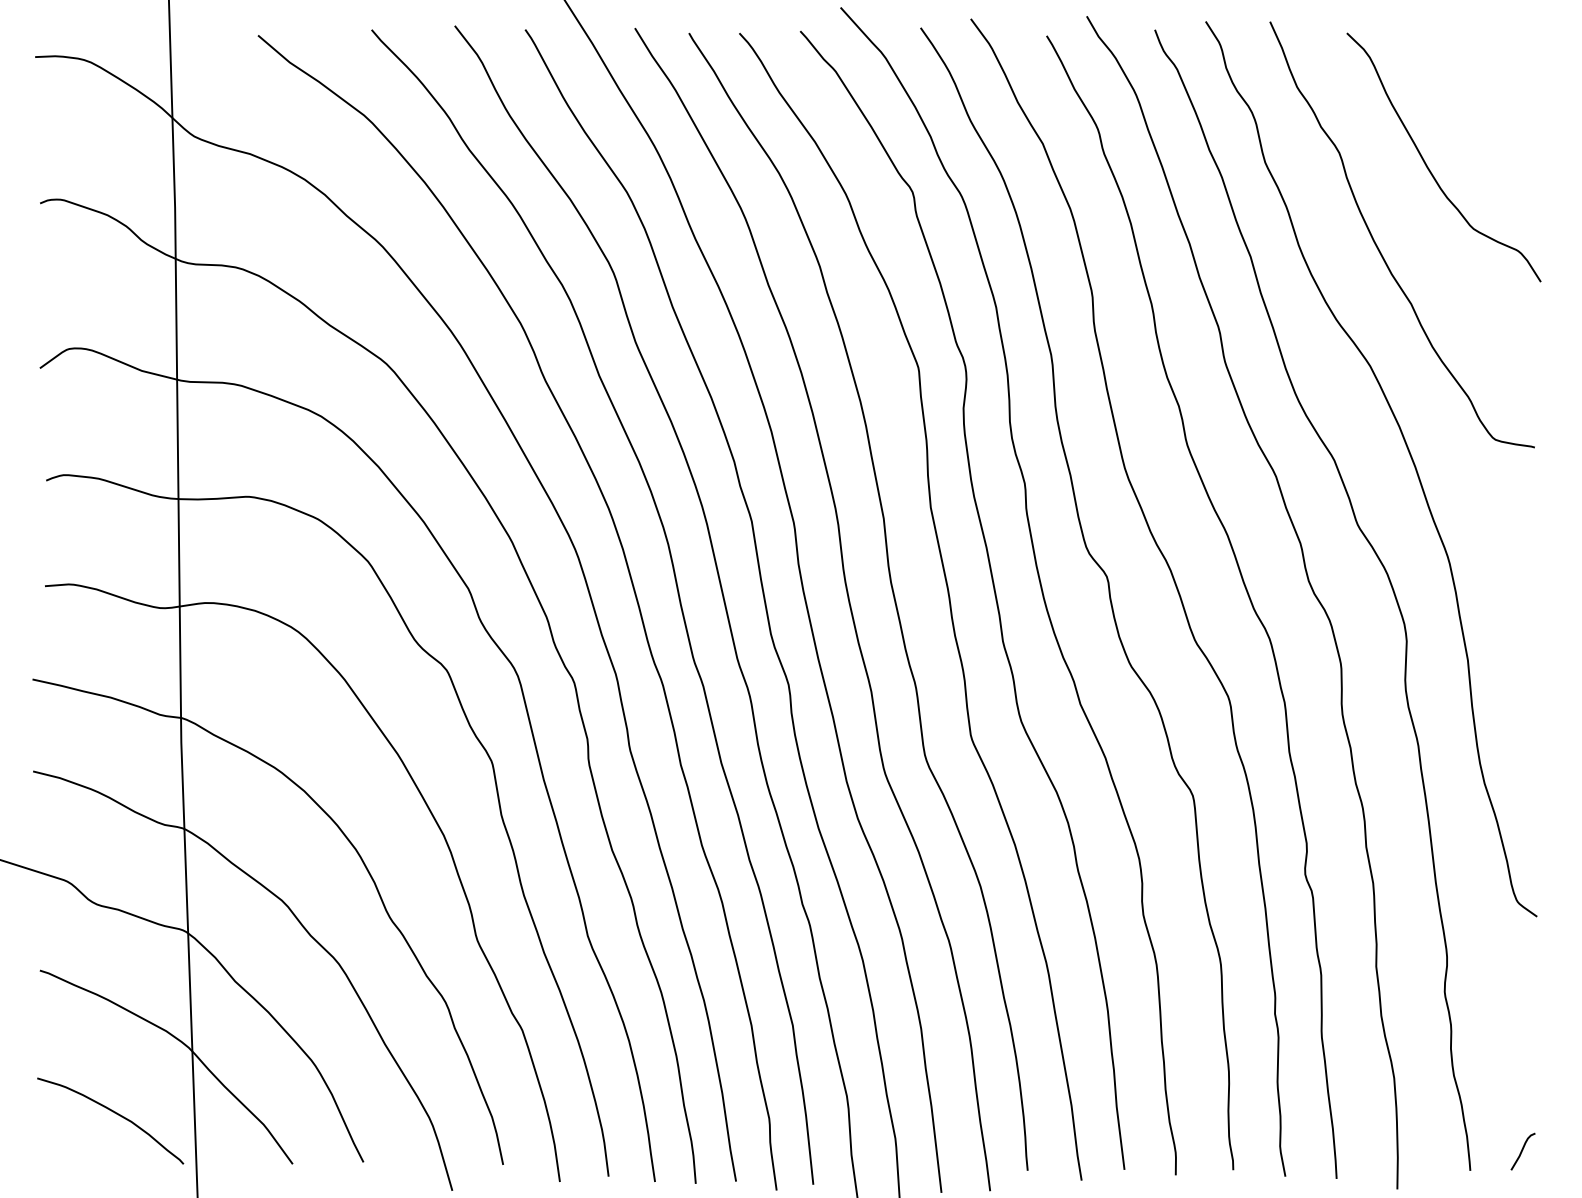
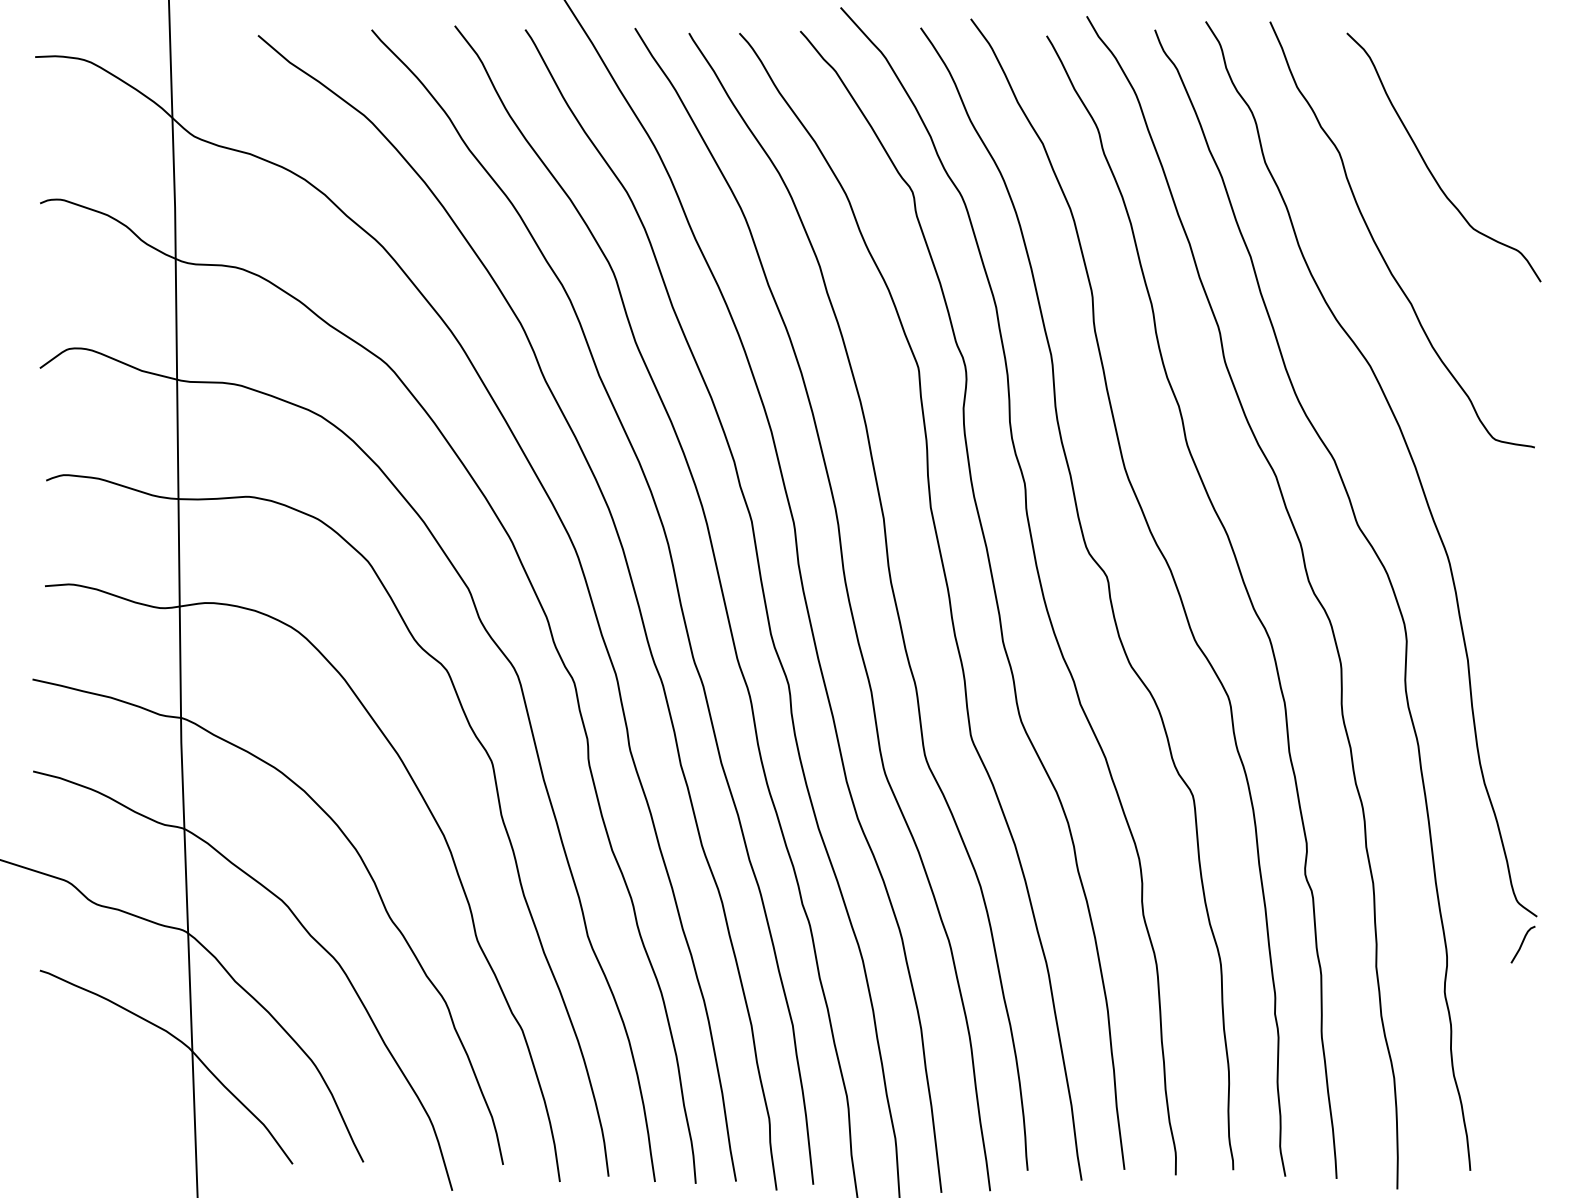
curve at (114, 1113): present -> none
curve at (1522, 1151) position: (1522, 1151) -> (1522, 944)
